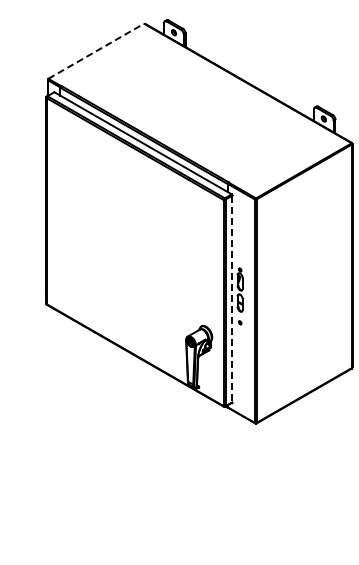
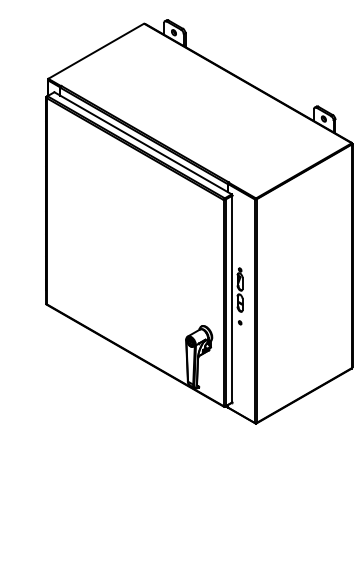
line at (96, 51): dashed -> solid
line at (232, 299): dashed -> solid
